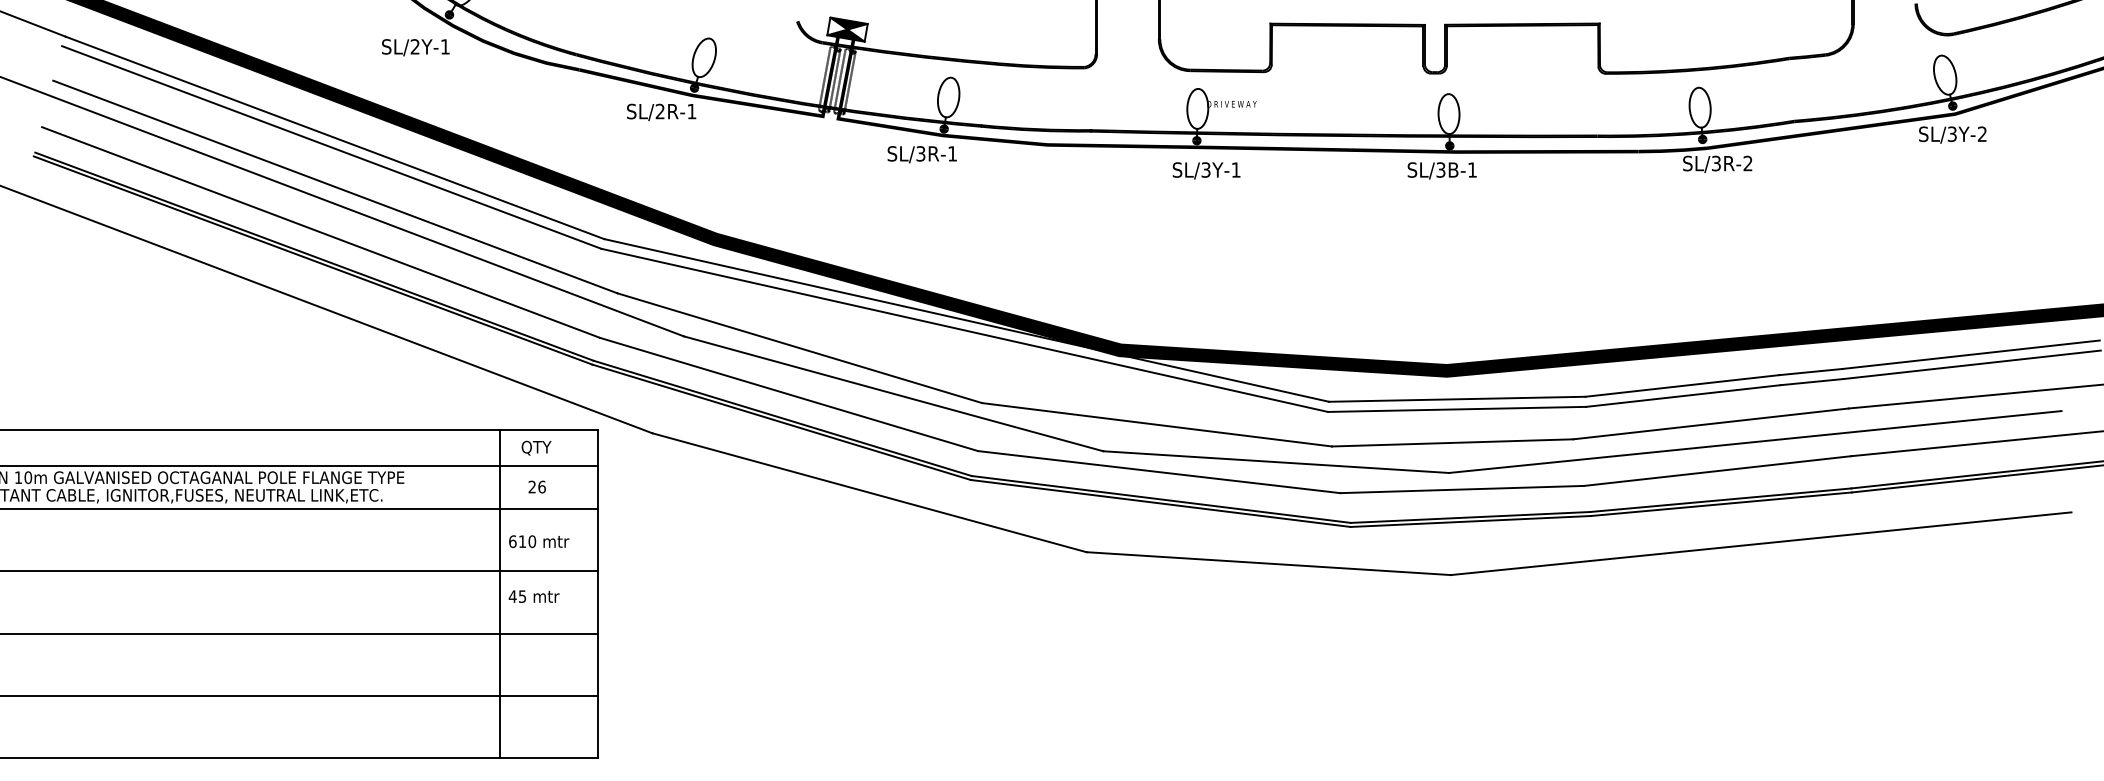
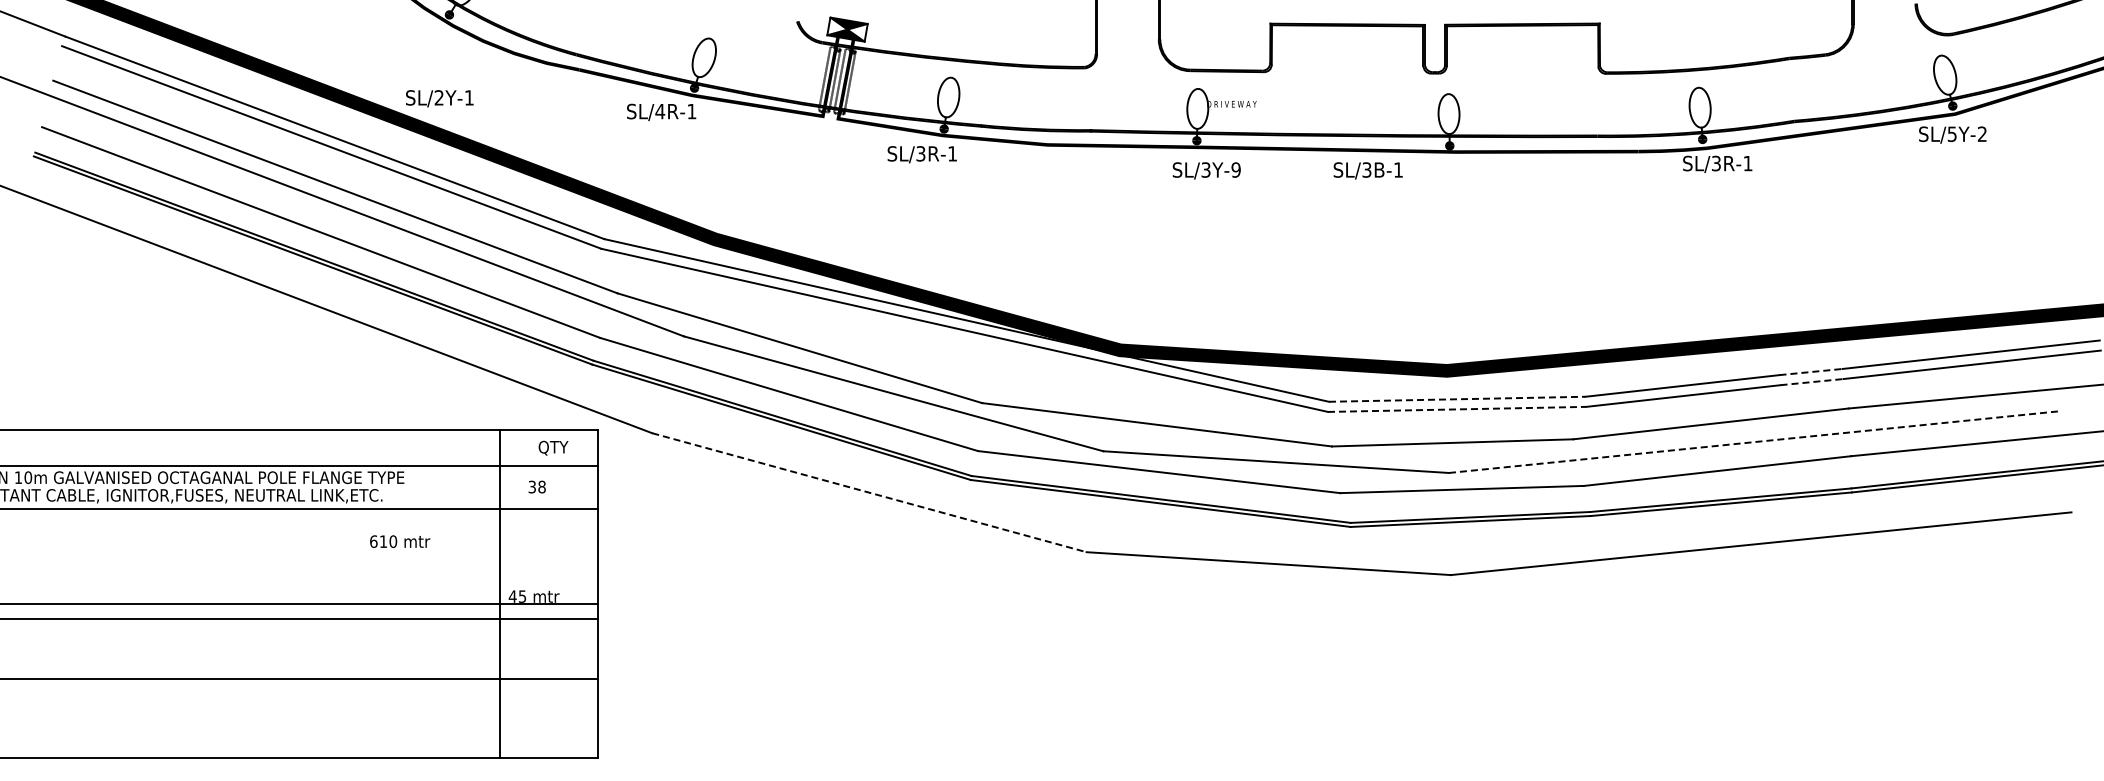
text at (415, 47) position: (415, 47) -> (439, 98)
text at (660, 111): SL/2R-1 -> SL/4R-1
text at (1952, 133): SL/3Y-2 -> SL/5Y-2
text at (1747, 162): SL/3R-2 -> SL/3R-1
text at (1235, 169): SL/3Y-1 -> SL/3Y-9
text at (1441, 170) position: (1441, 170) -> (1367, 170)
line at (1811, 372): solid -> dashed
line at (1812, 382): solid -> dashed
line at (1457, 399): solid -> dashed
line at (1457, 409): solid -> dashed
line at (1755, 442): solid -> dashed
text at (536, 447) position: (536, 447) -> (553, 447)
text at (536, 486): 26 -> 38
line at (869, 492): solid -> dashed
text at (539, 541) position: (539, 541) -> (400, 541)
line at (299, 571) position: (299, 571) -> (299, 604)
line at (299, 633) position: (299, 633) -> (299, 618)
line at (299, 695) position: (299, 695) -> (299, 678)
